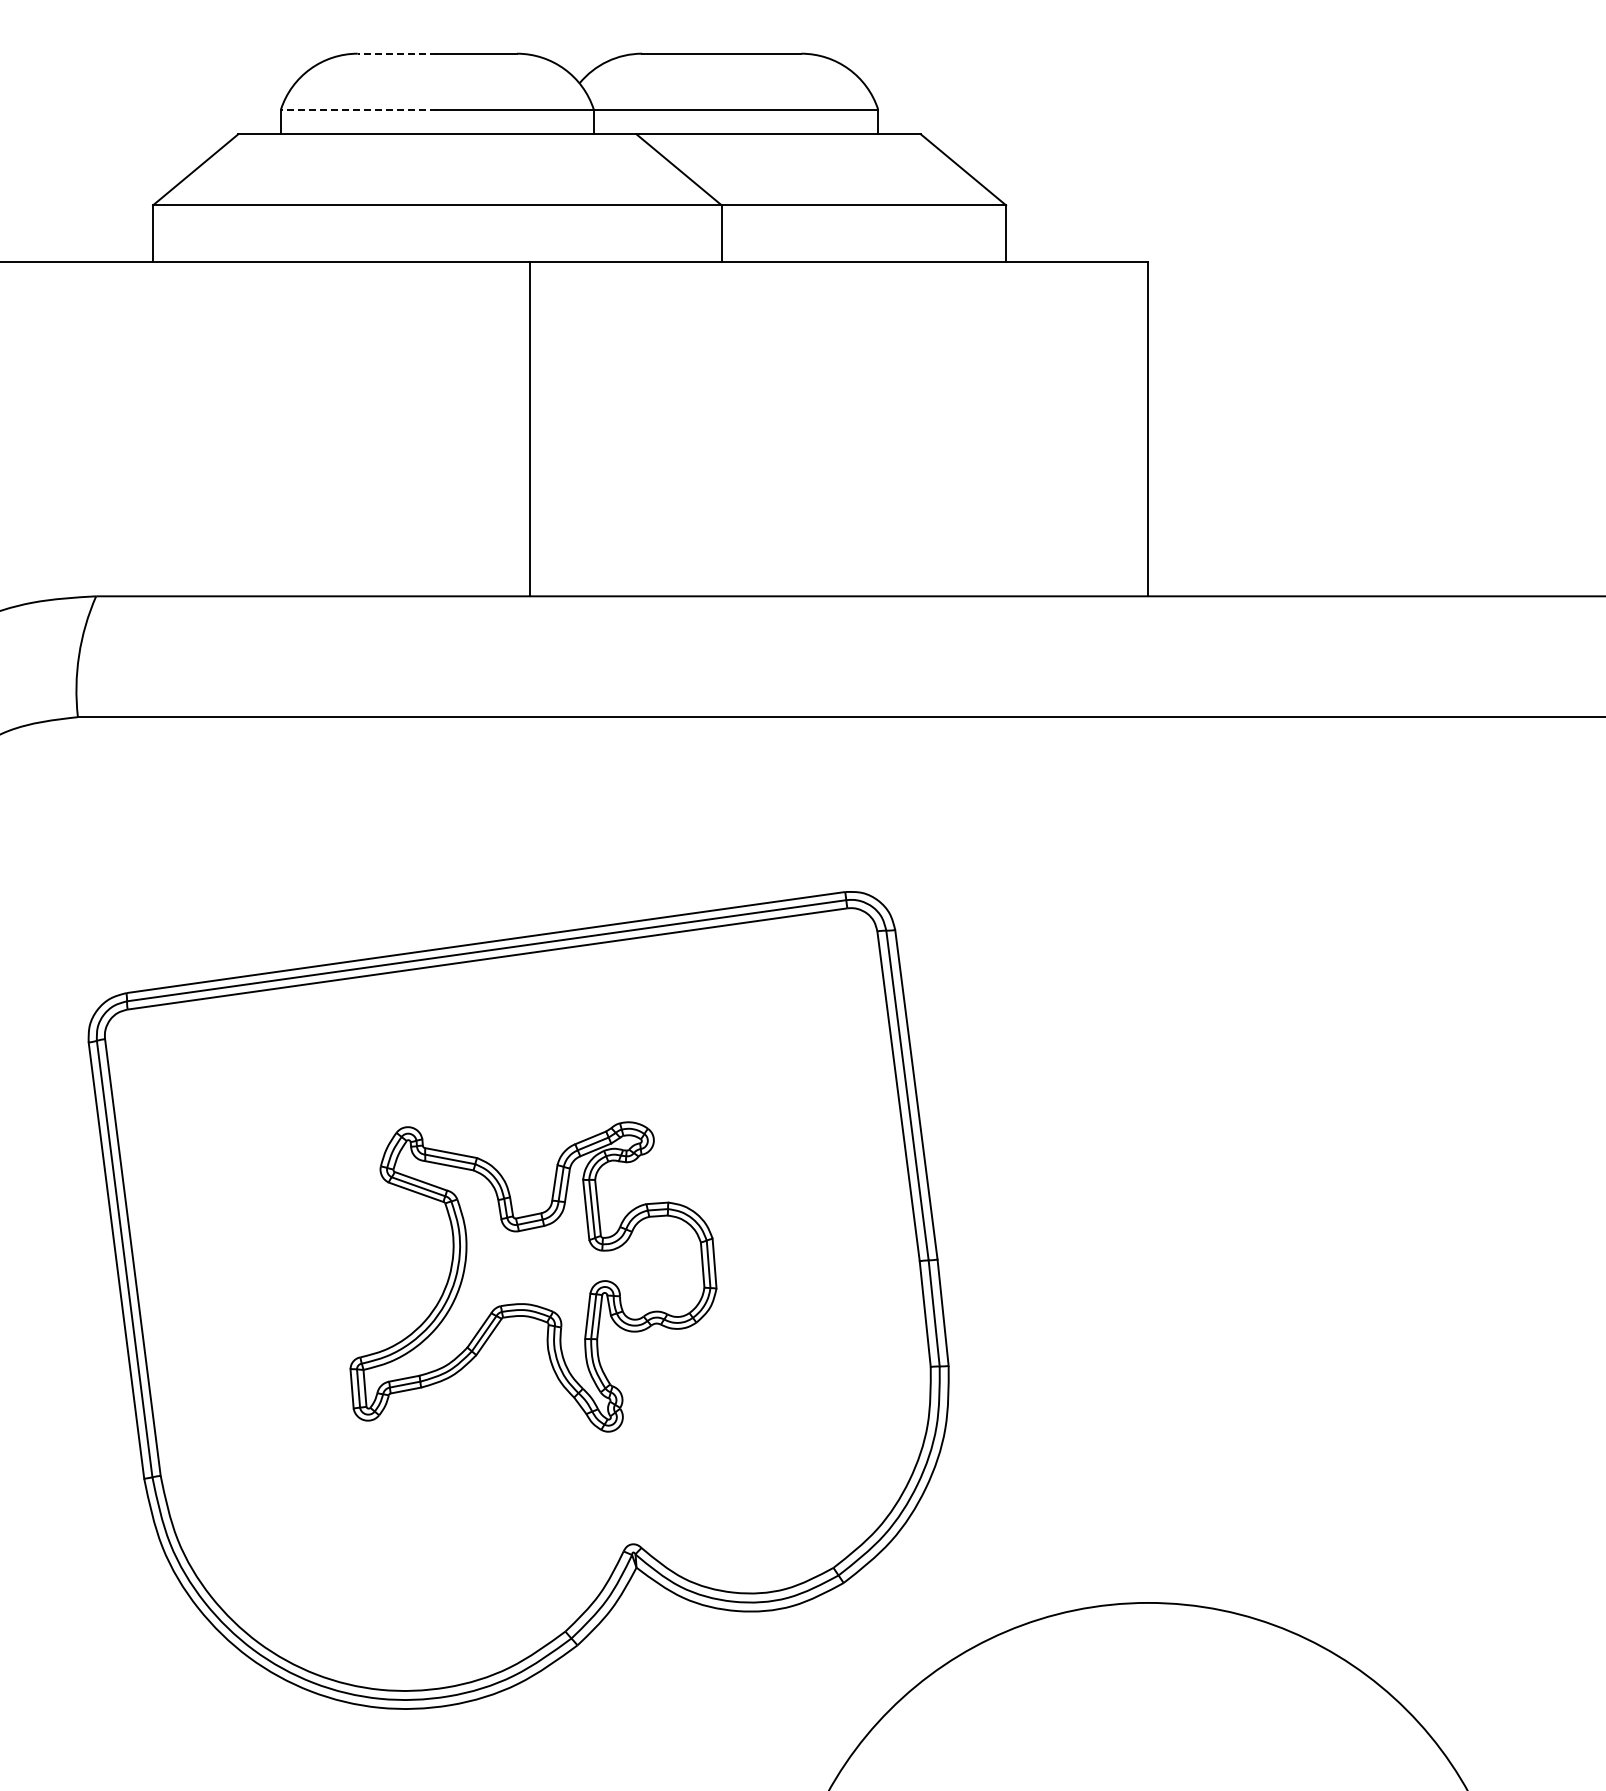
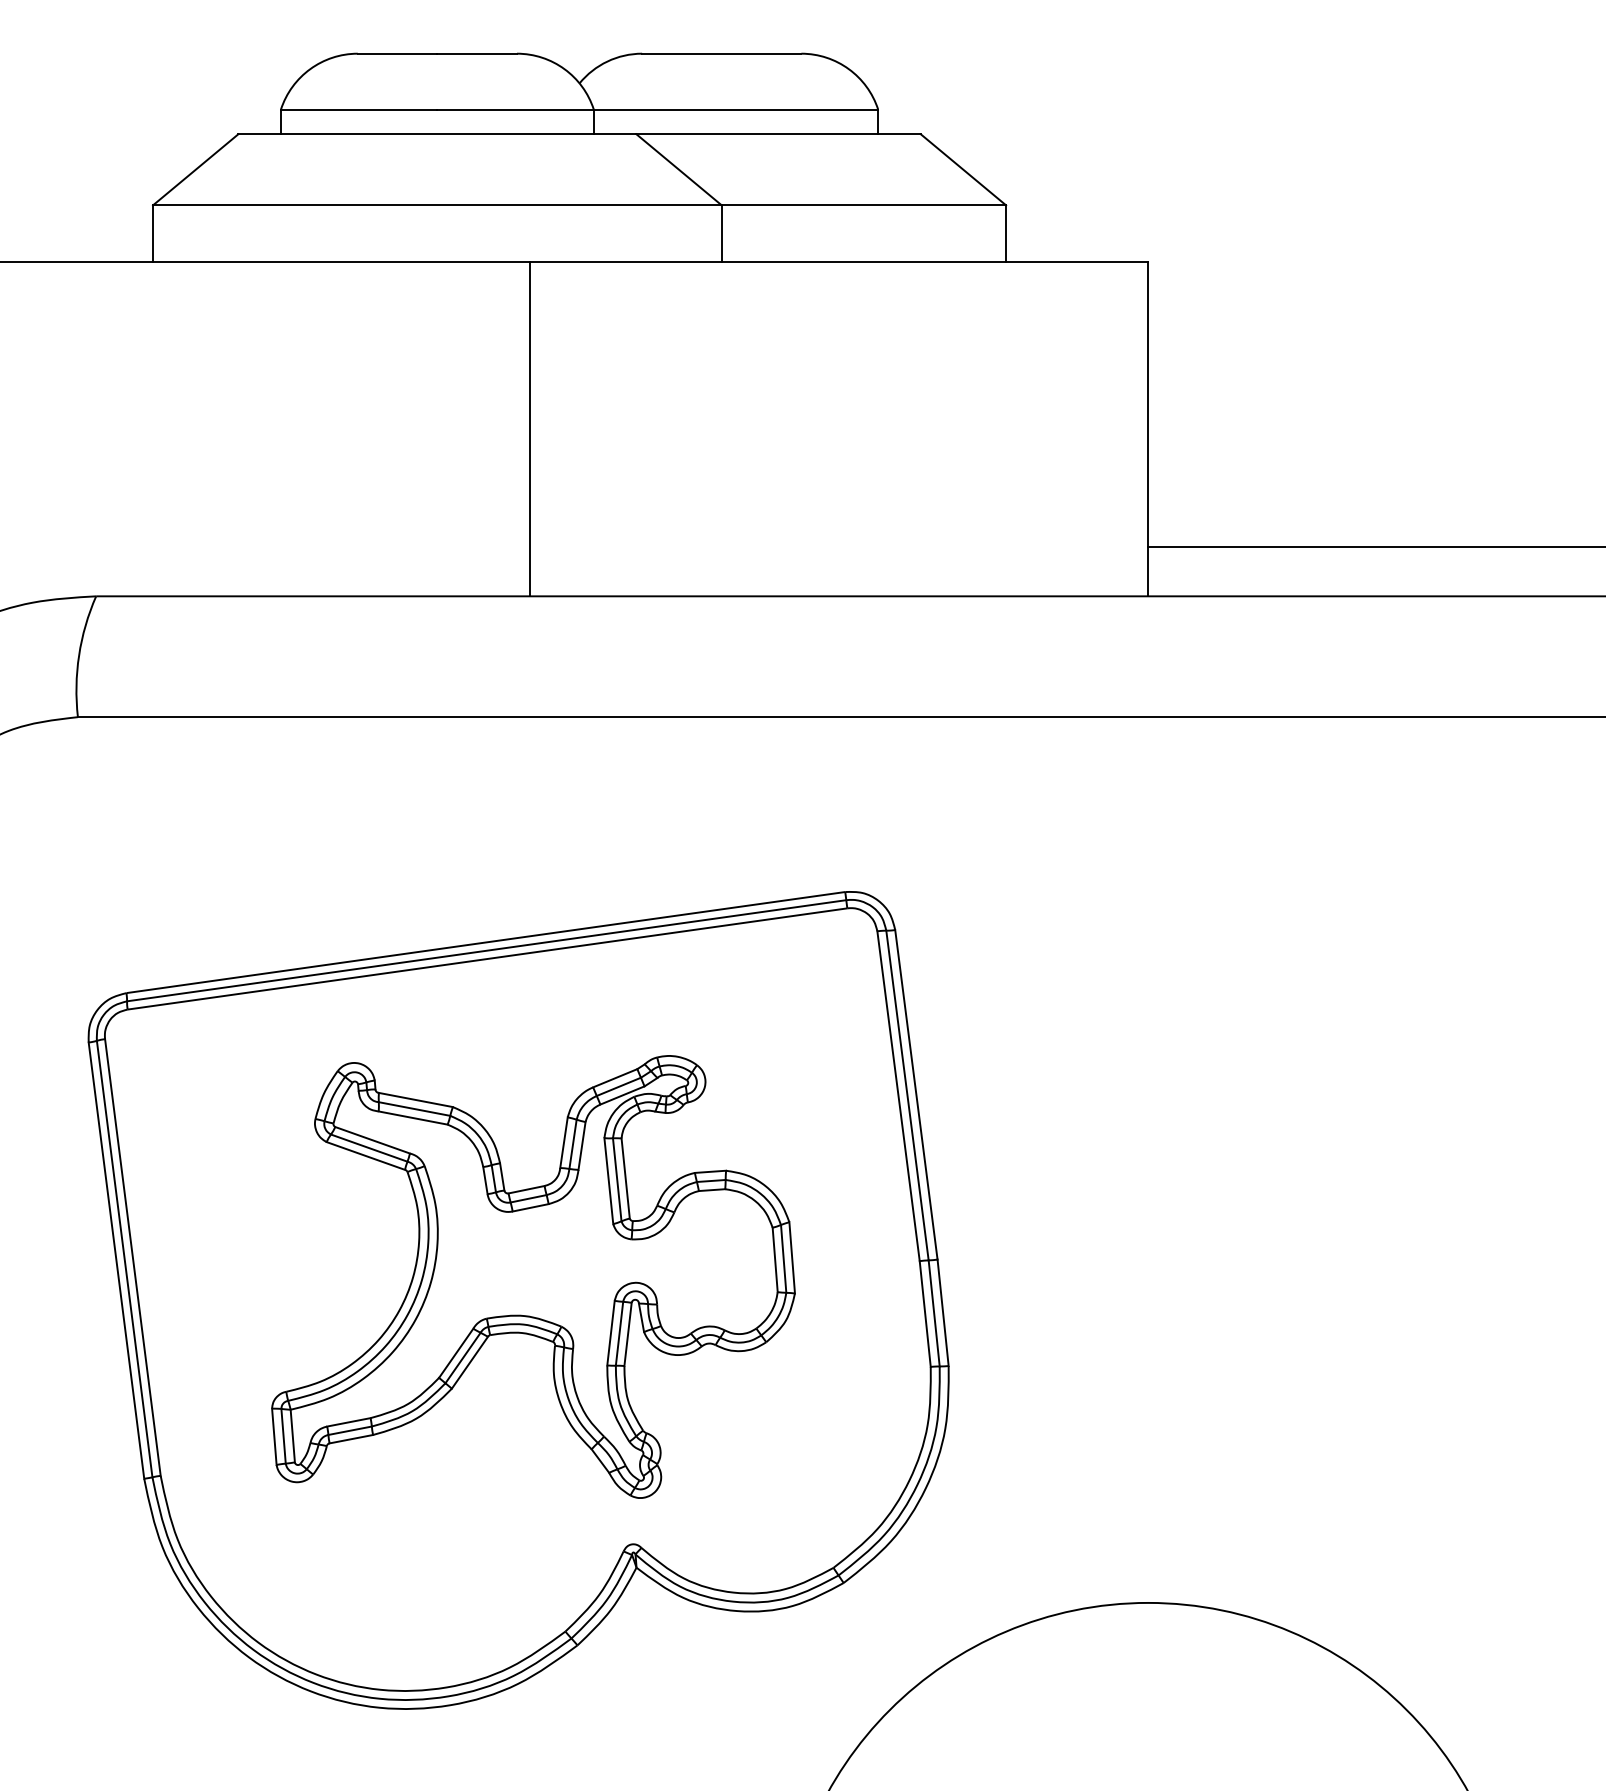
line at (397, 53): dashed -> solid
line at (358, 109): dashed -> solid
line at (1375, 546): none -> present
part at (533, 1276) size: 369x312 px -> 525x444 px
